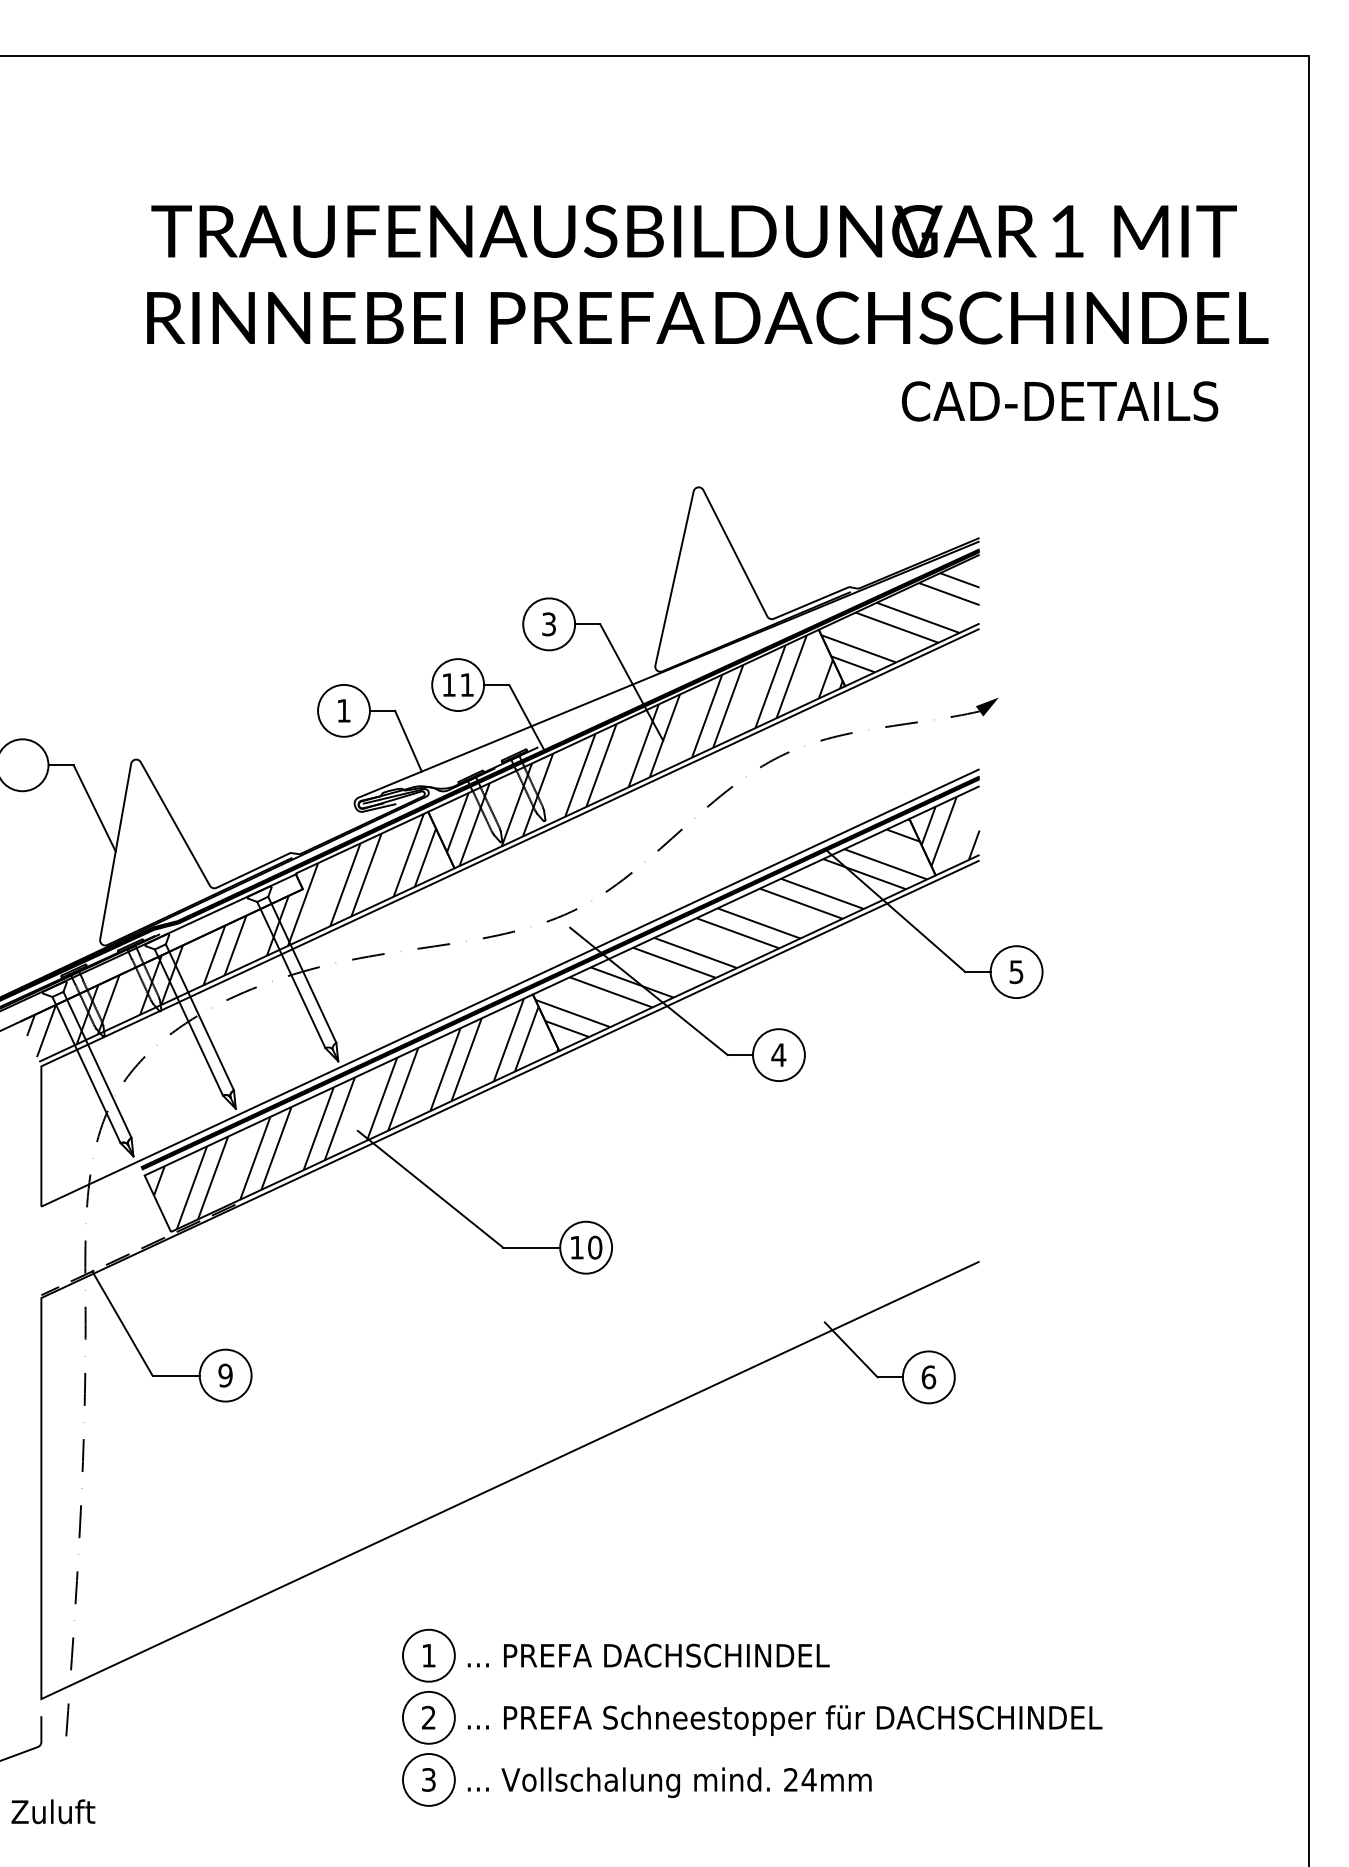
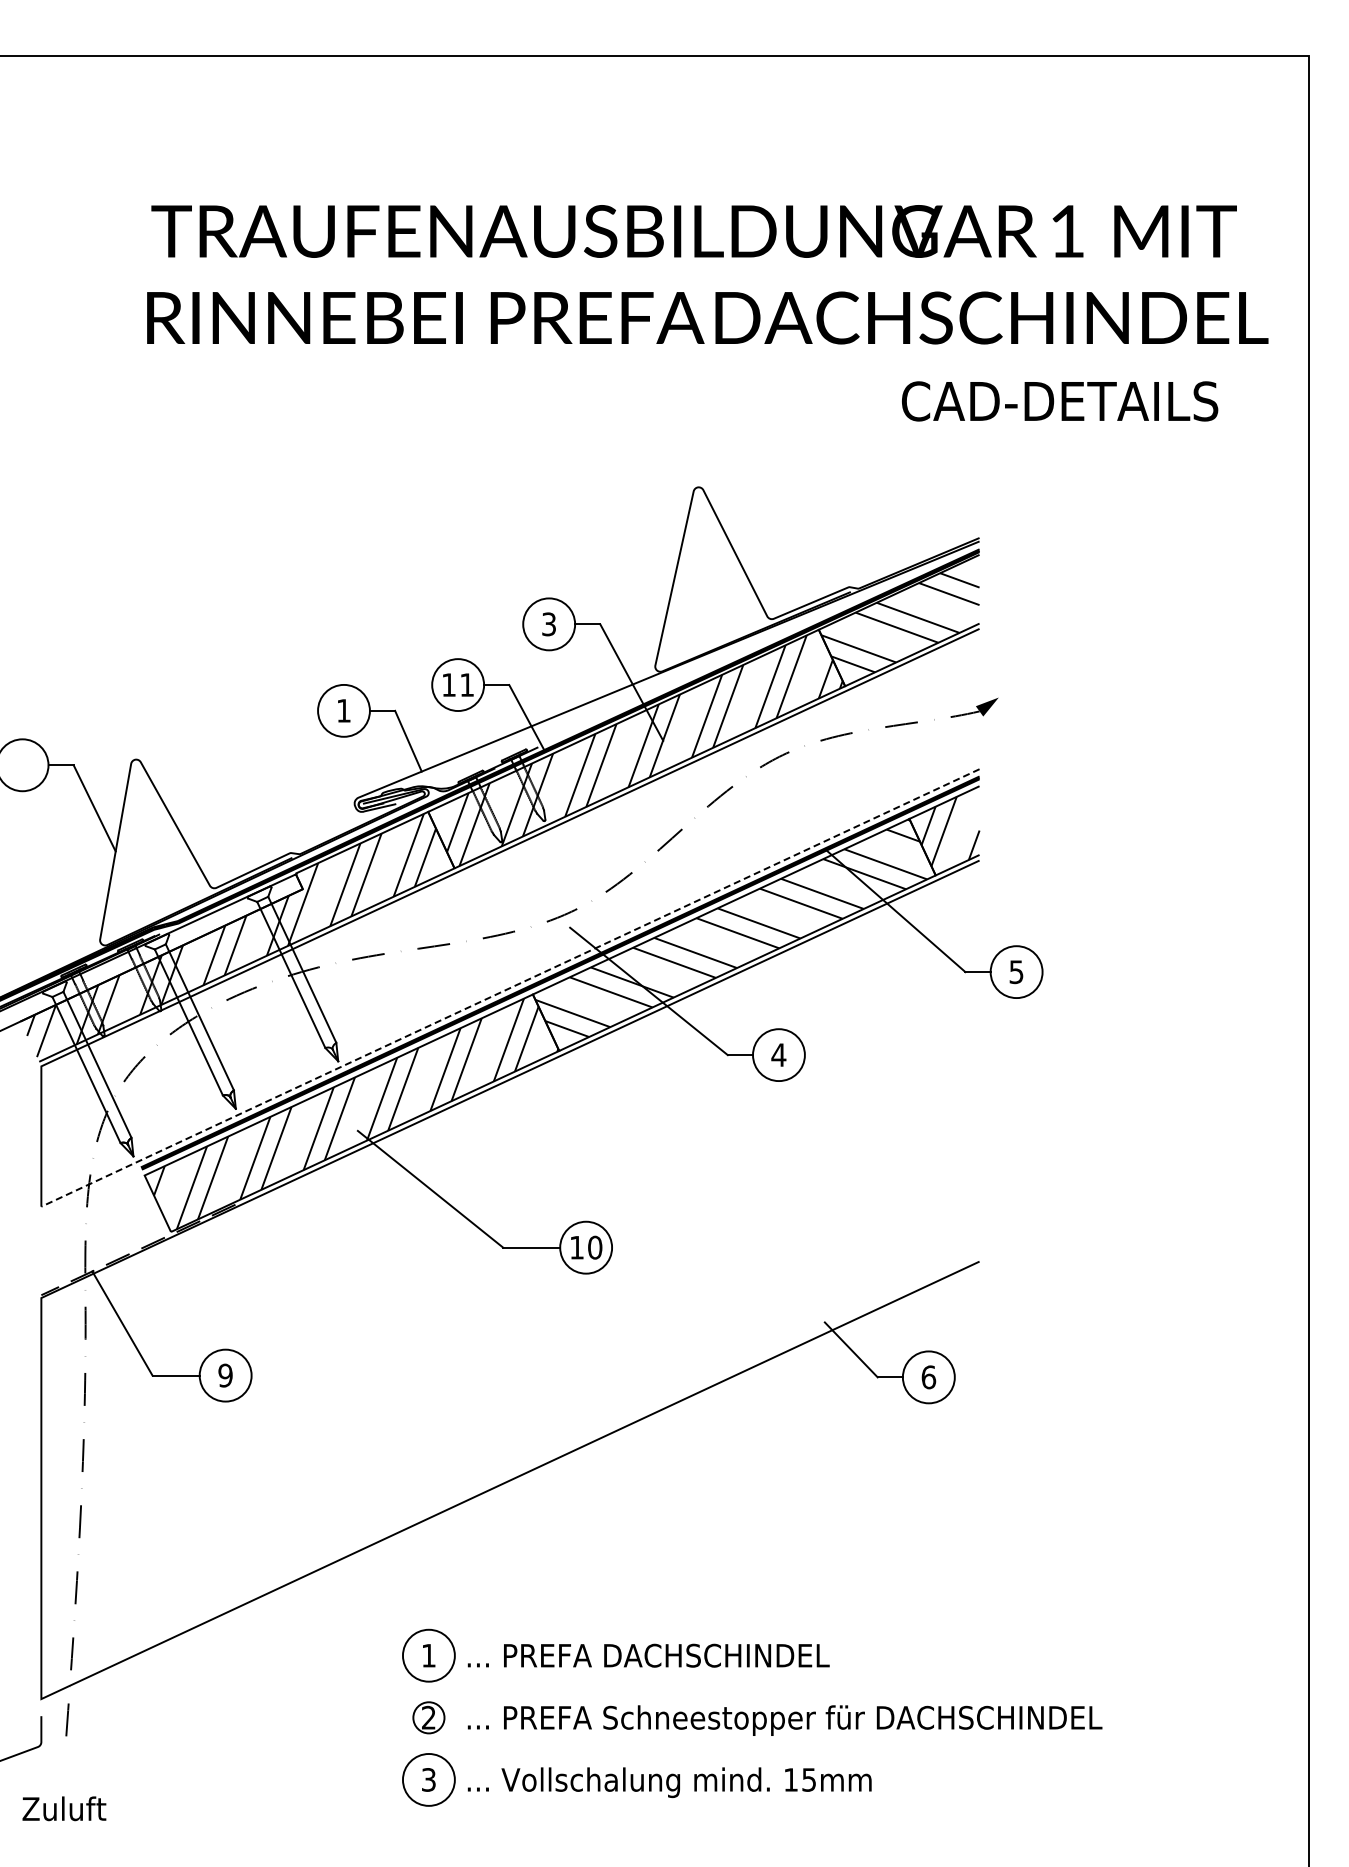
line at (510, 987): solid -> dashed
circle at (428, 1717) diameter: 52 px -> 31 px
text at (800, 1779): 24mm -> 15mm
text at (53, 1811) position: (53, 1811) -> (64, 1808)
